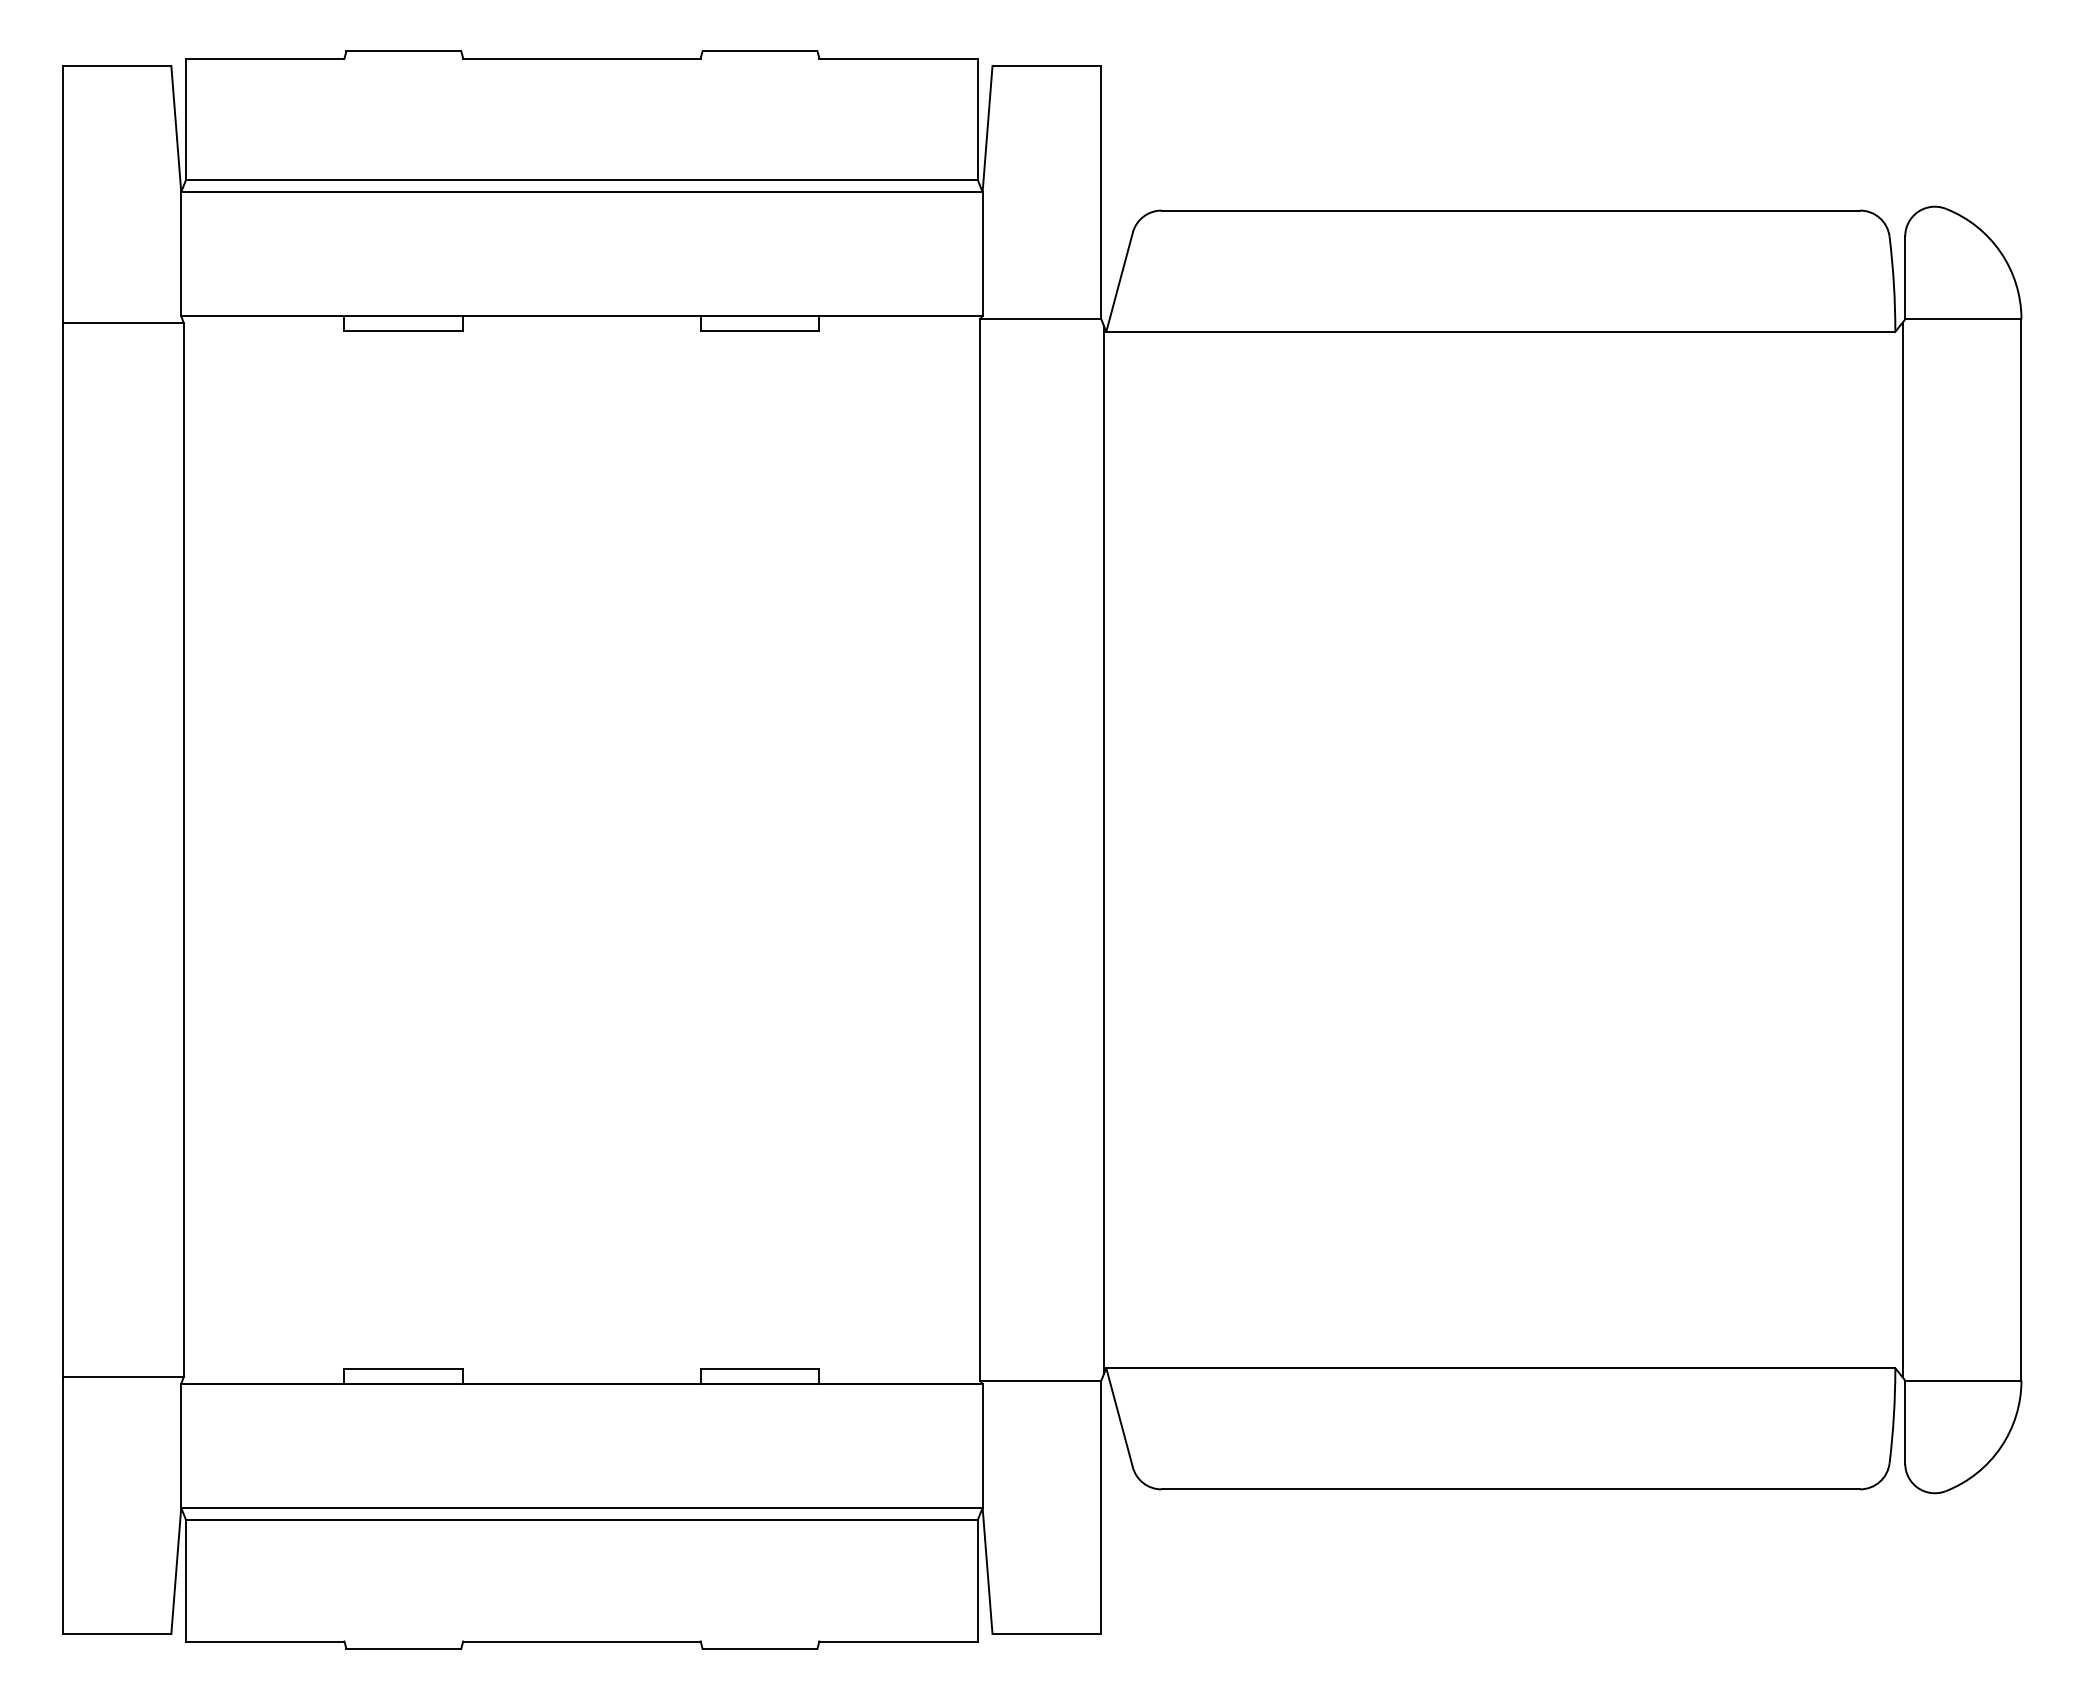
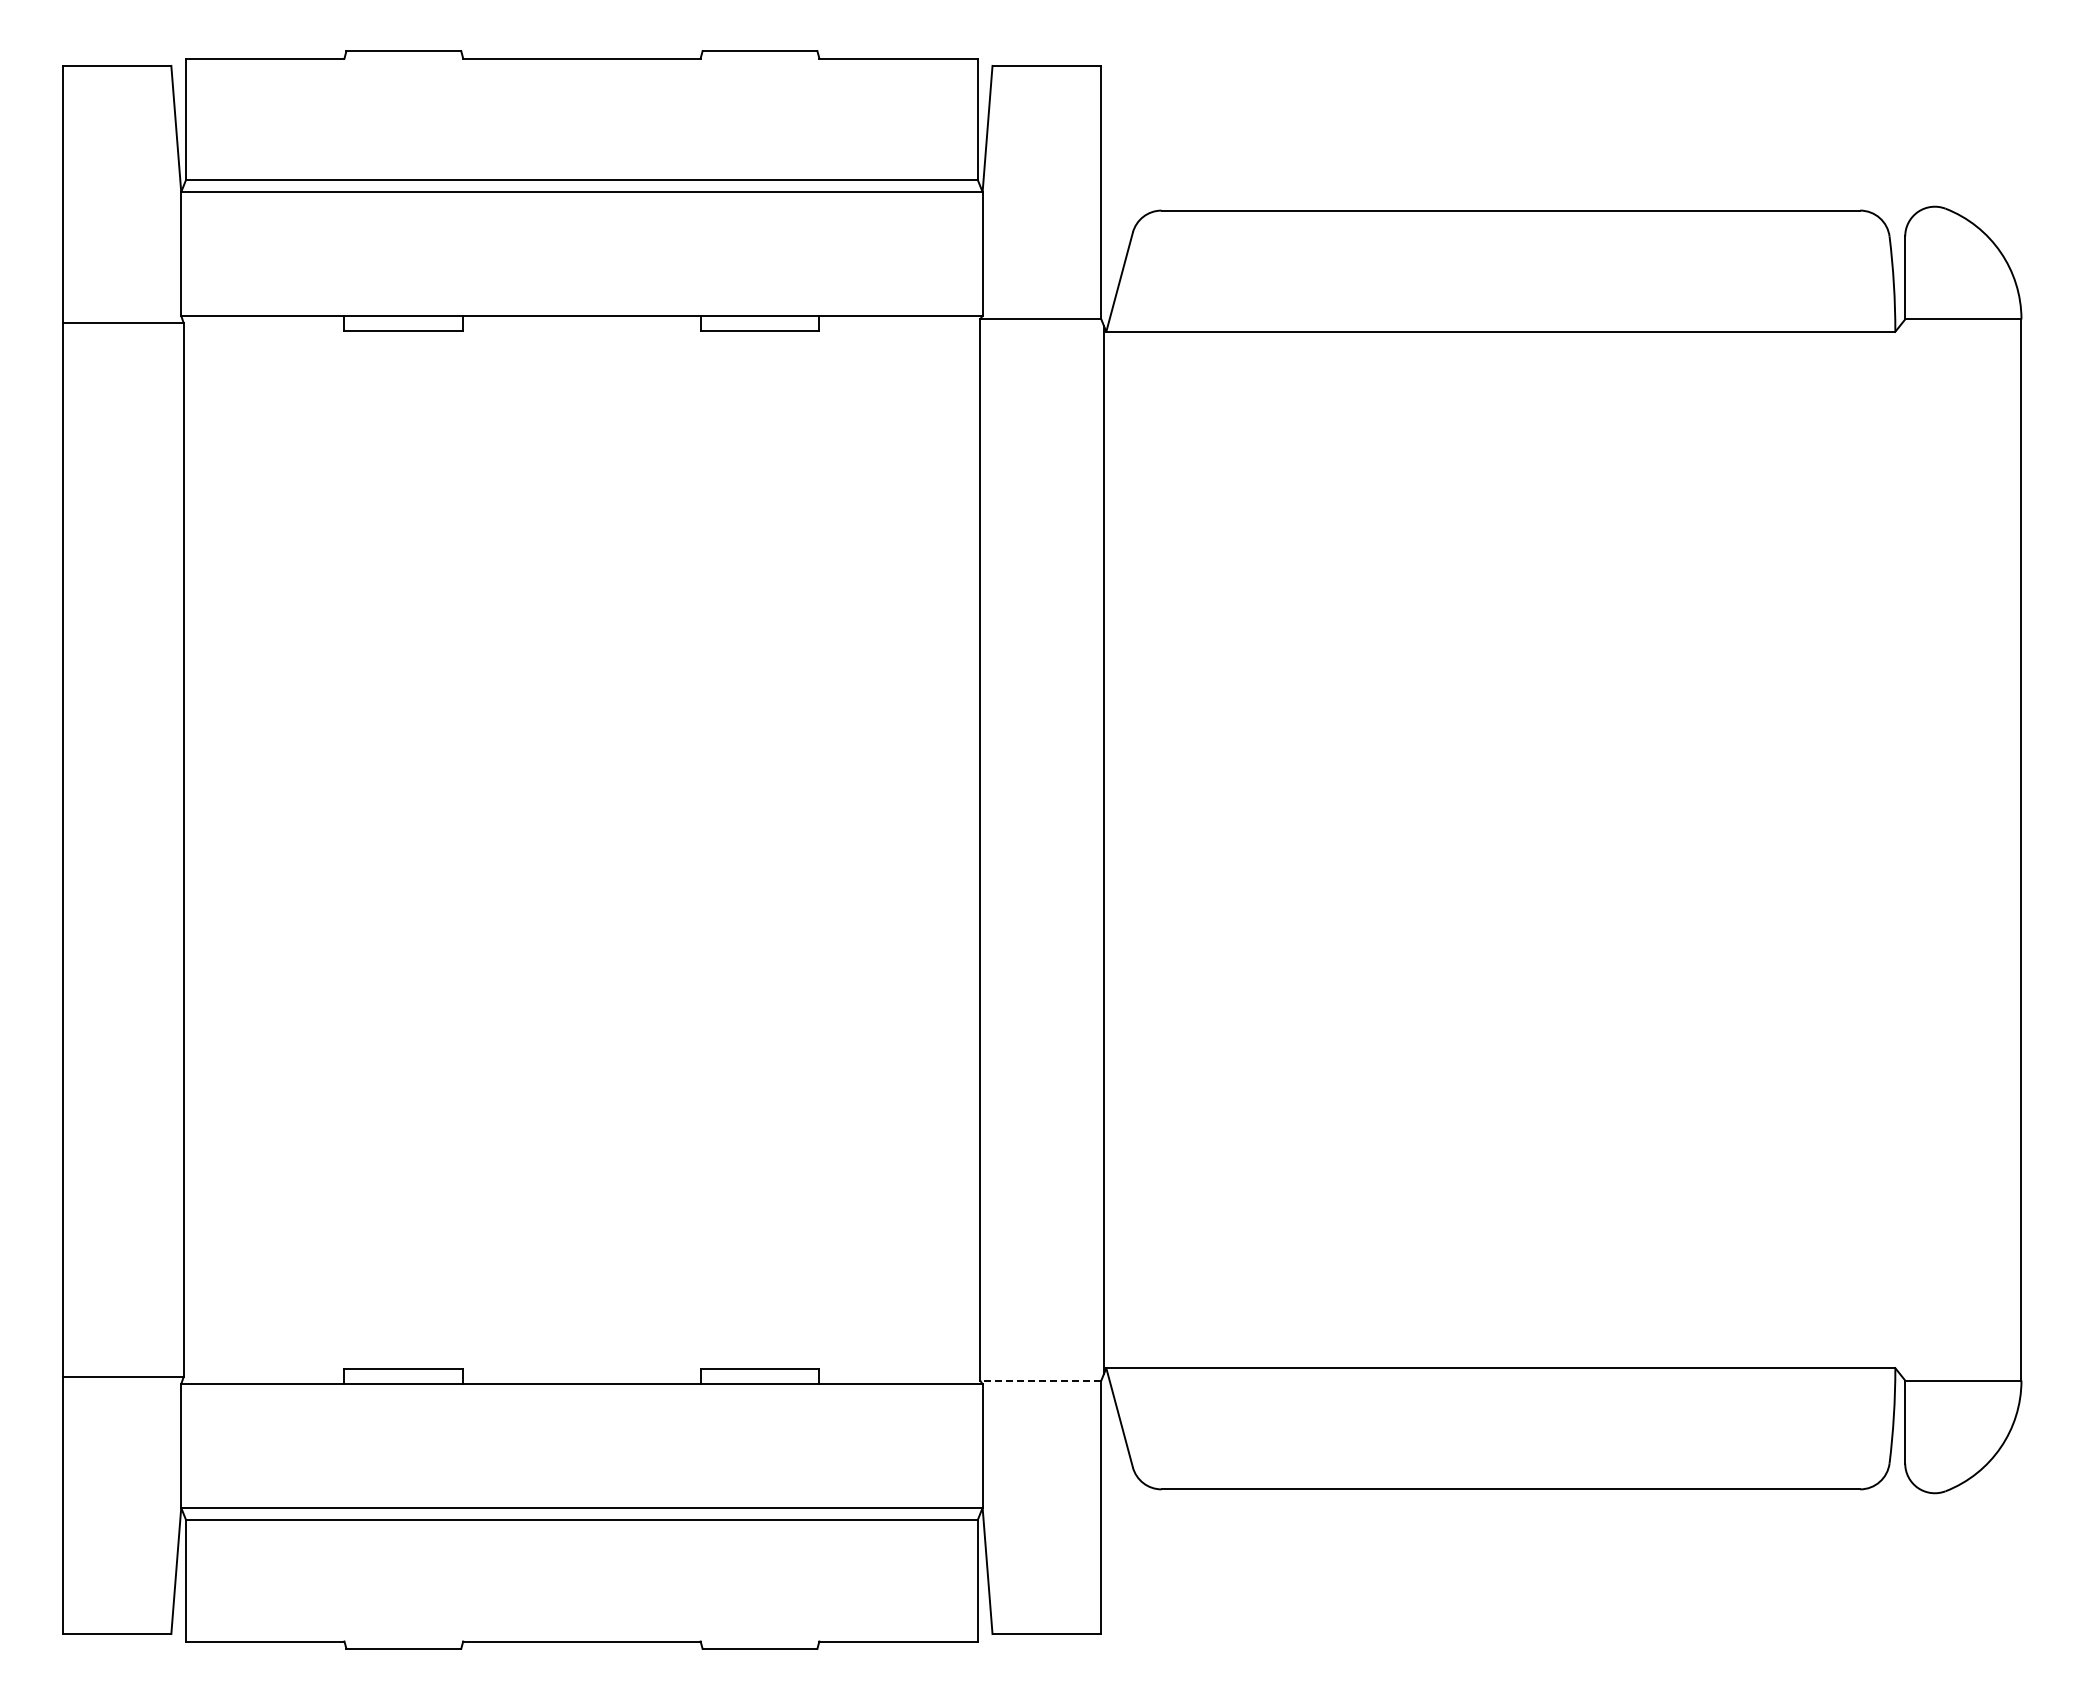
line at (1902, 849): present -> none
line at (1040, 1380): solid -> dashed
